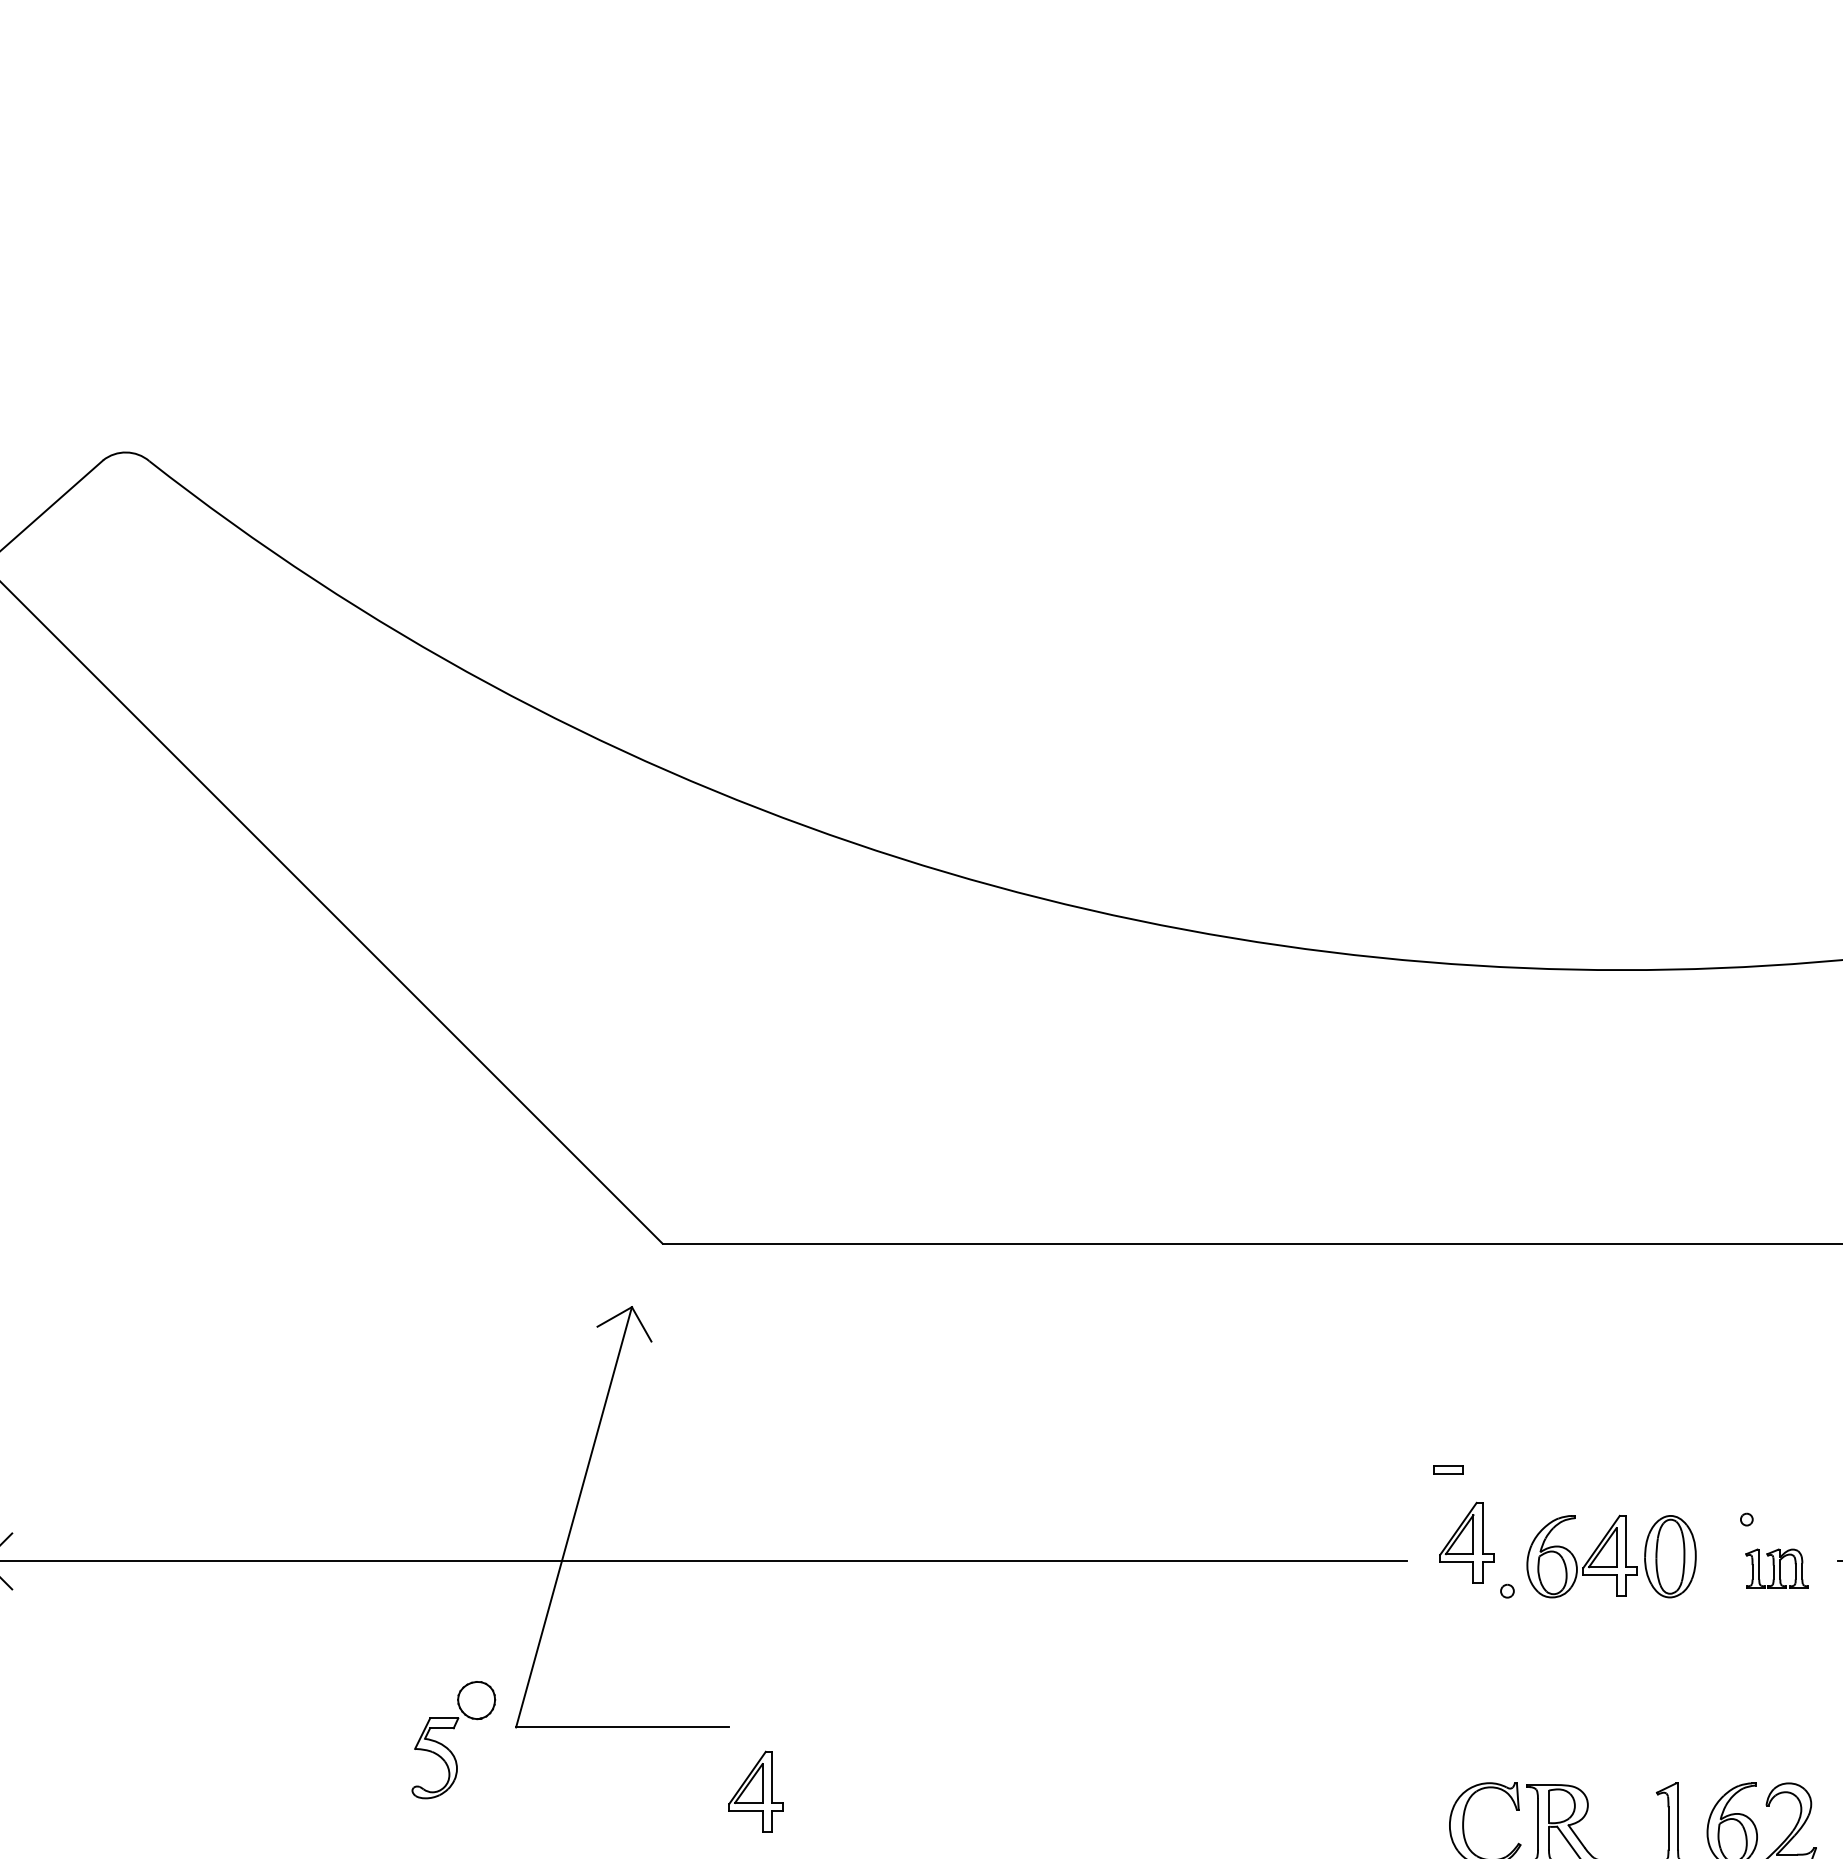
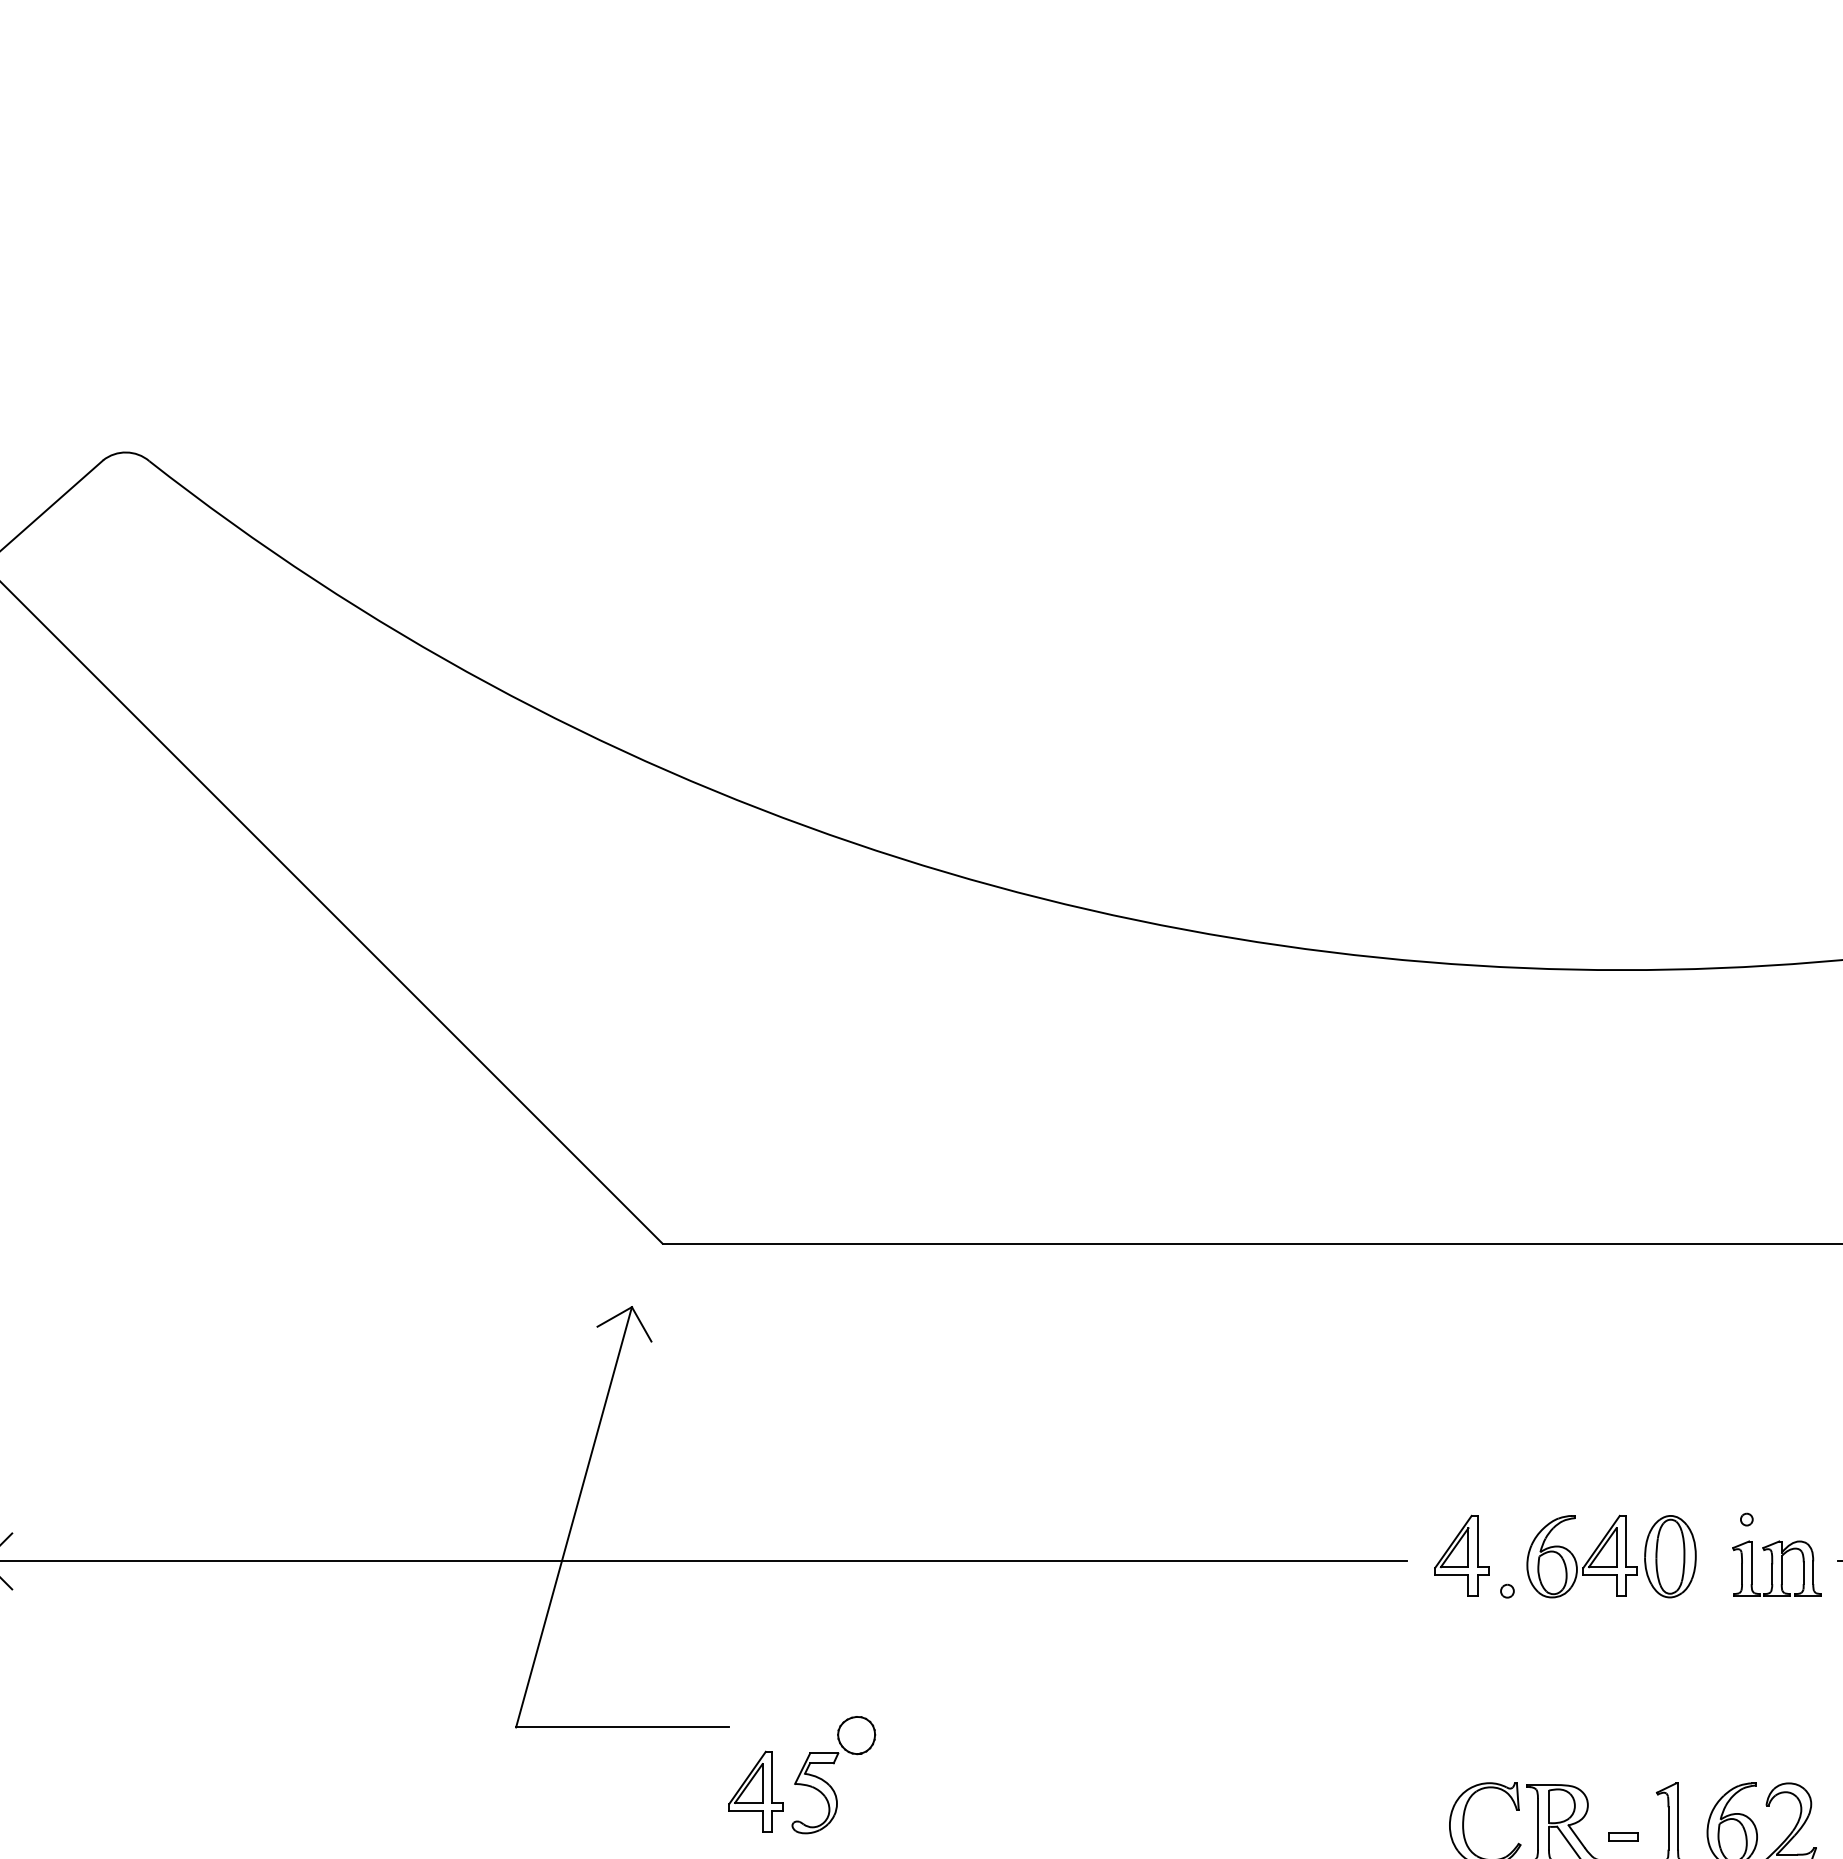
part at (1448, 1469) position: (1448, 1469) -> (1623, 1836)
part at (1466, 1542) position: (1466, 1542) -> (1461, 1555)
part at (1776, 1568) size: 64x41 px -> 90x57 px
part at (446, 1746) position: (446, 1746) -> (826, 1781)
